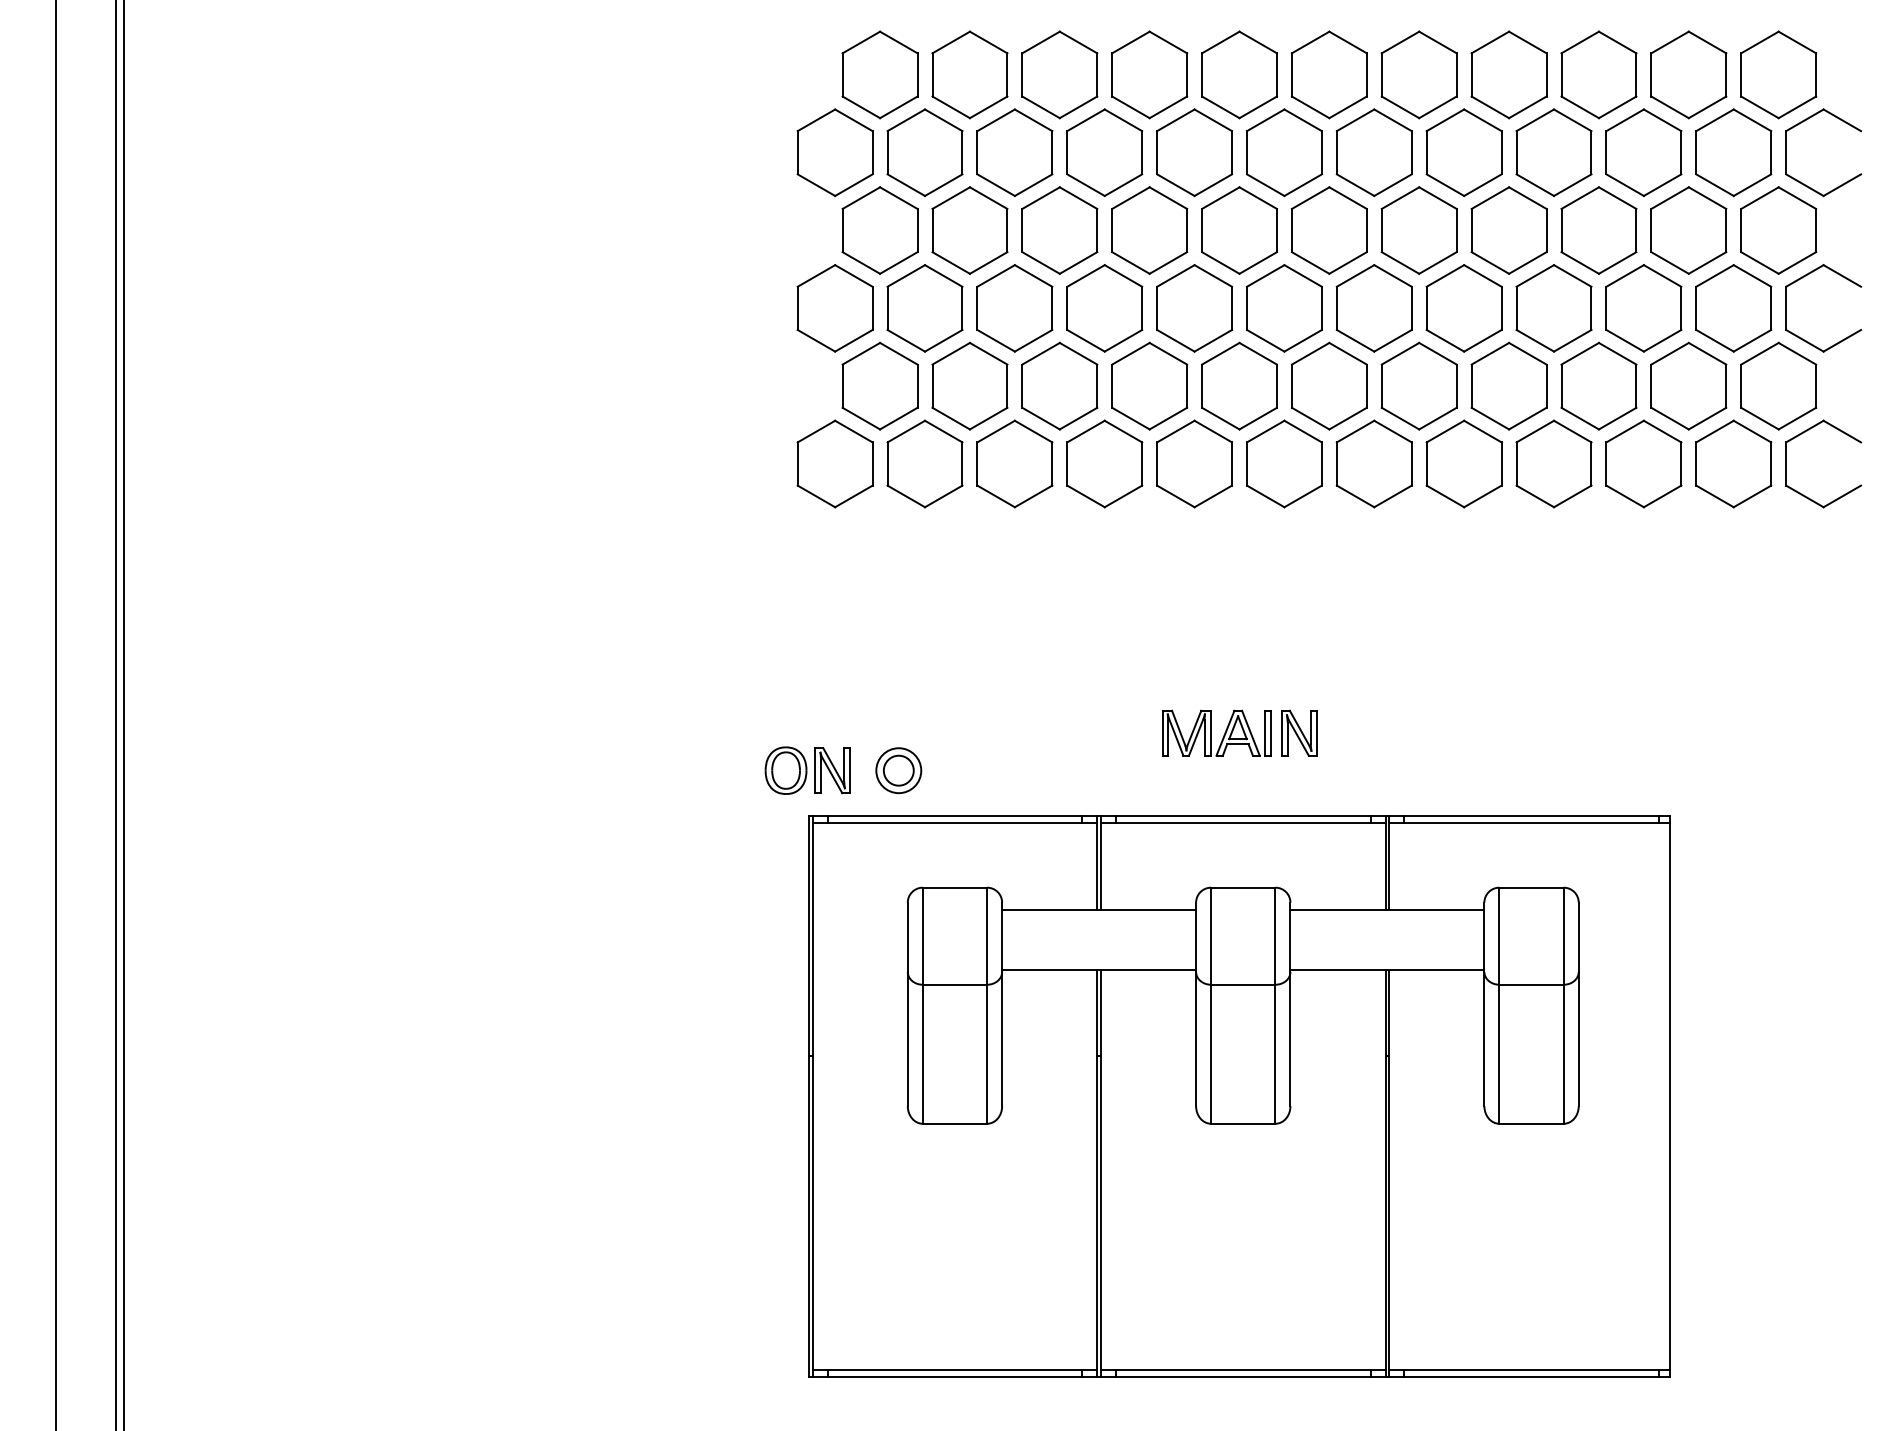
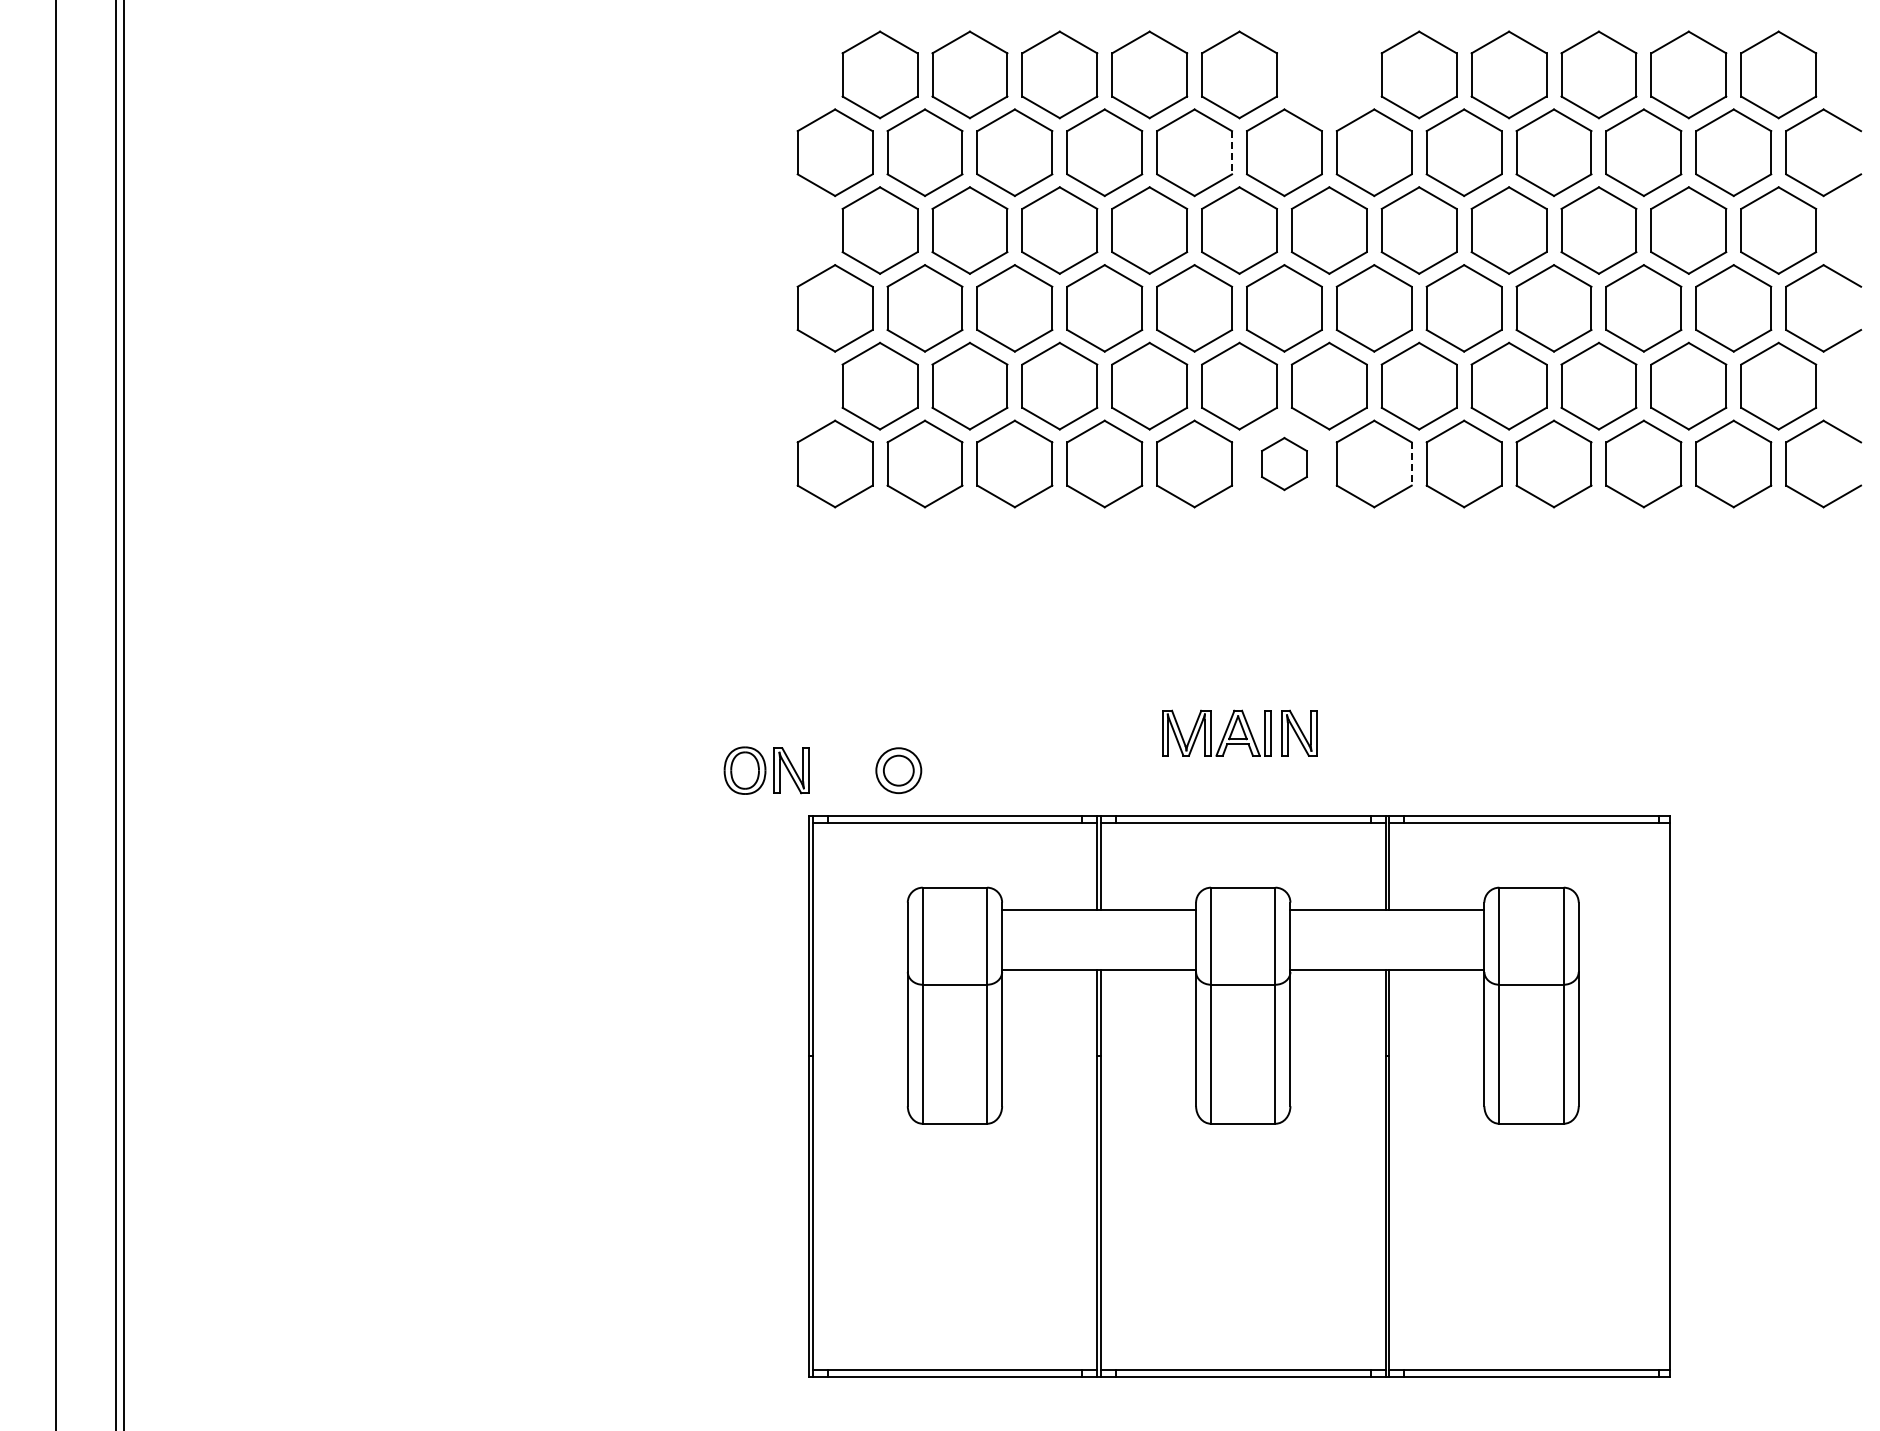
part at (1328, 74): present -> none
line at (1232, 152): solid -> dashed
part at (1284, 463) size: 77x90 px -> 47x56 px
line at (1411, 464): solid -> dashed
part at (807, 770) position: (807, 770) -> (766, 770)
